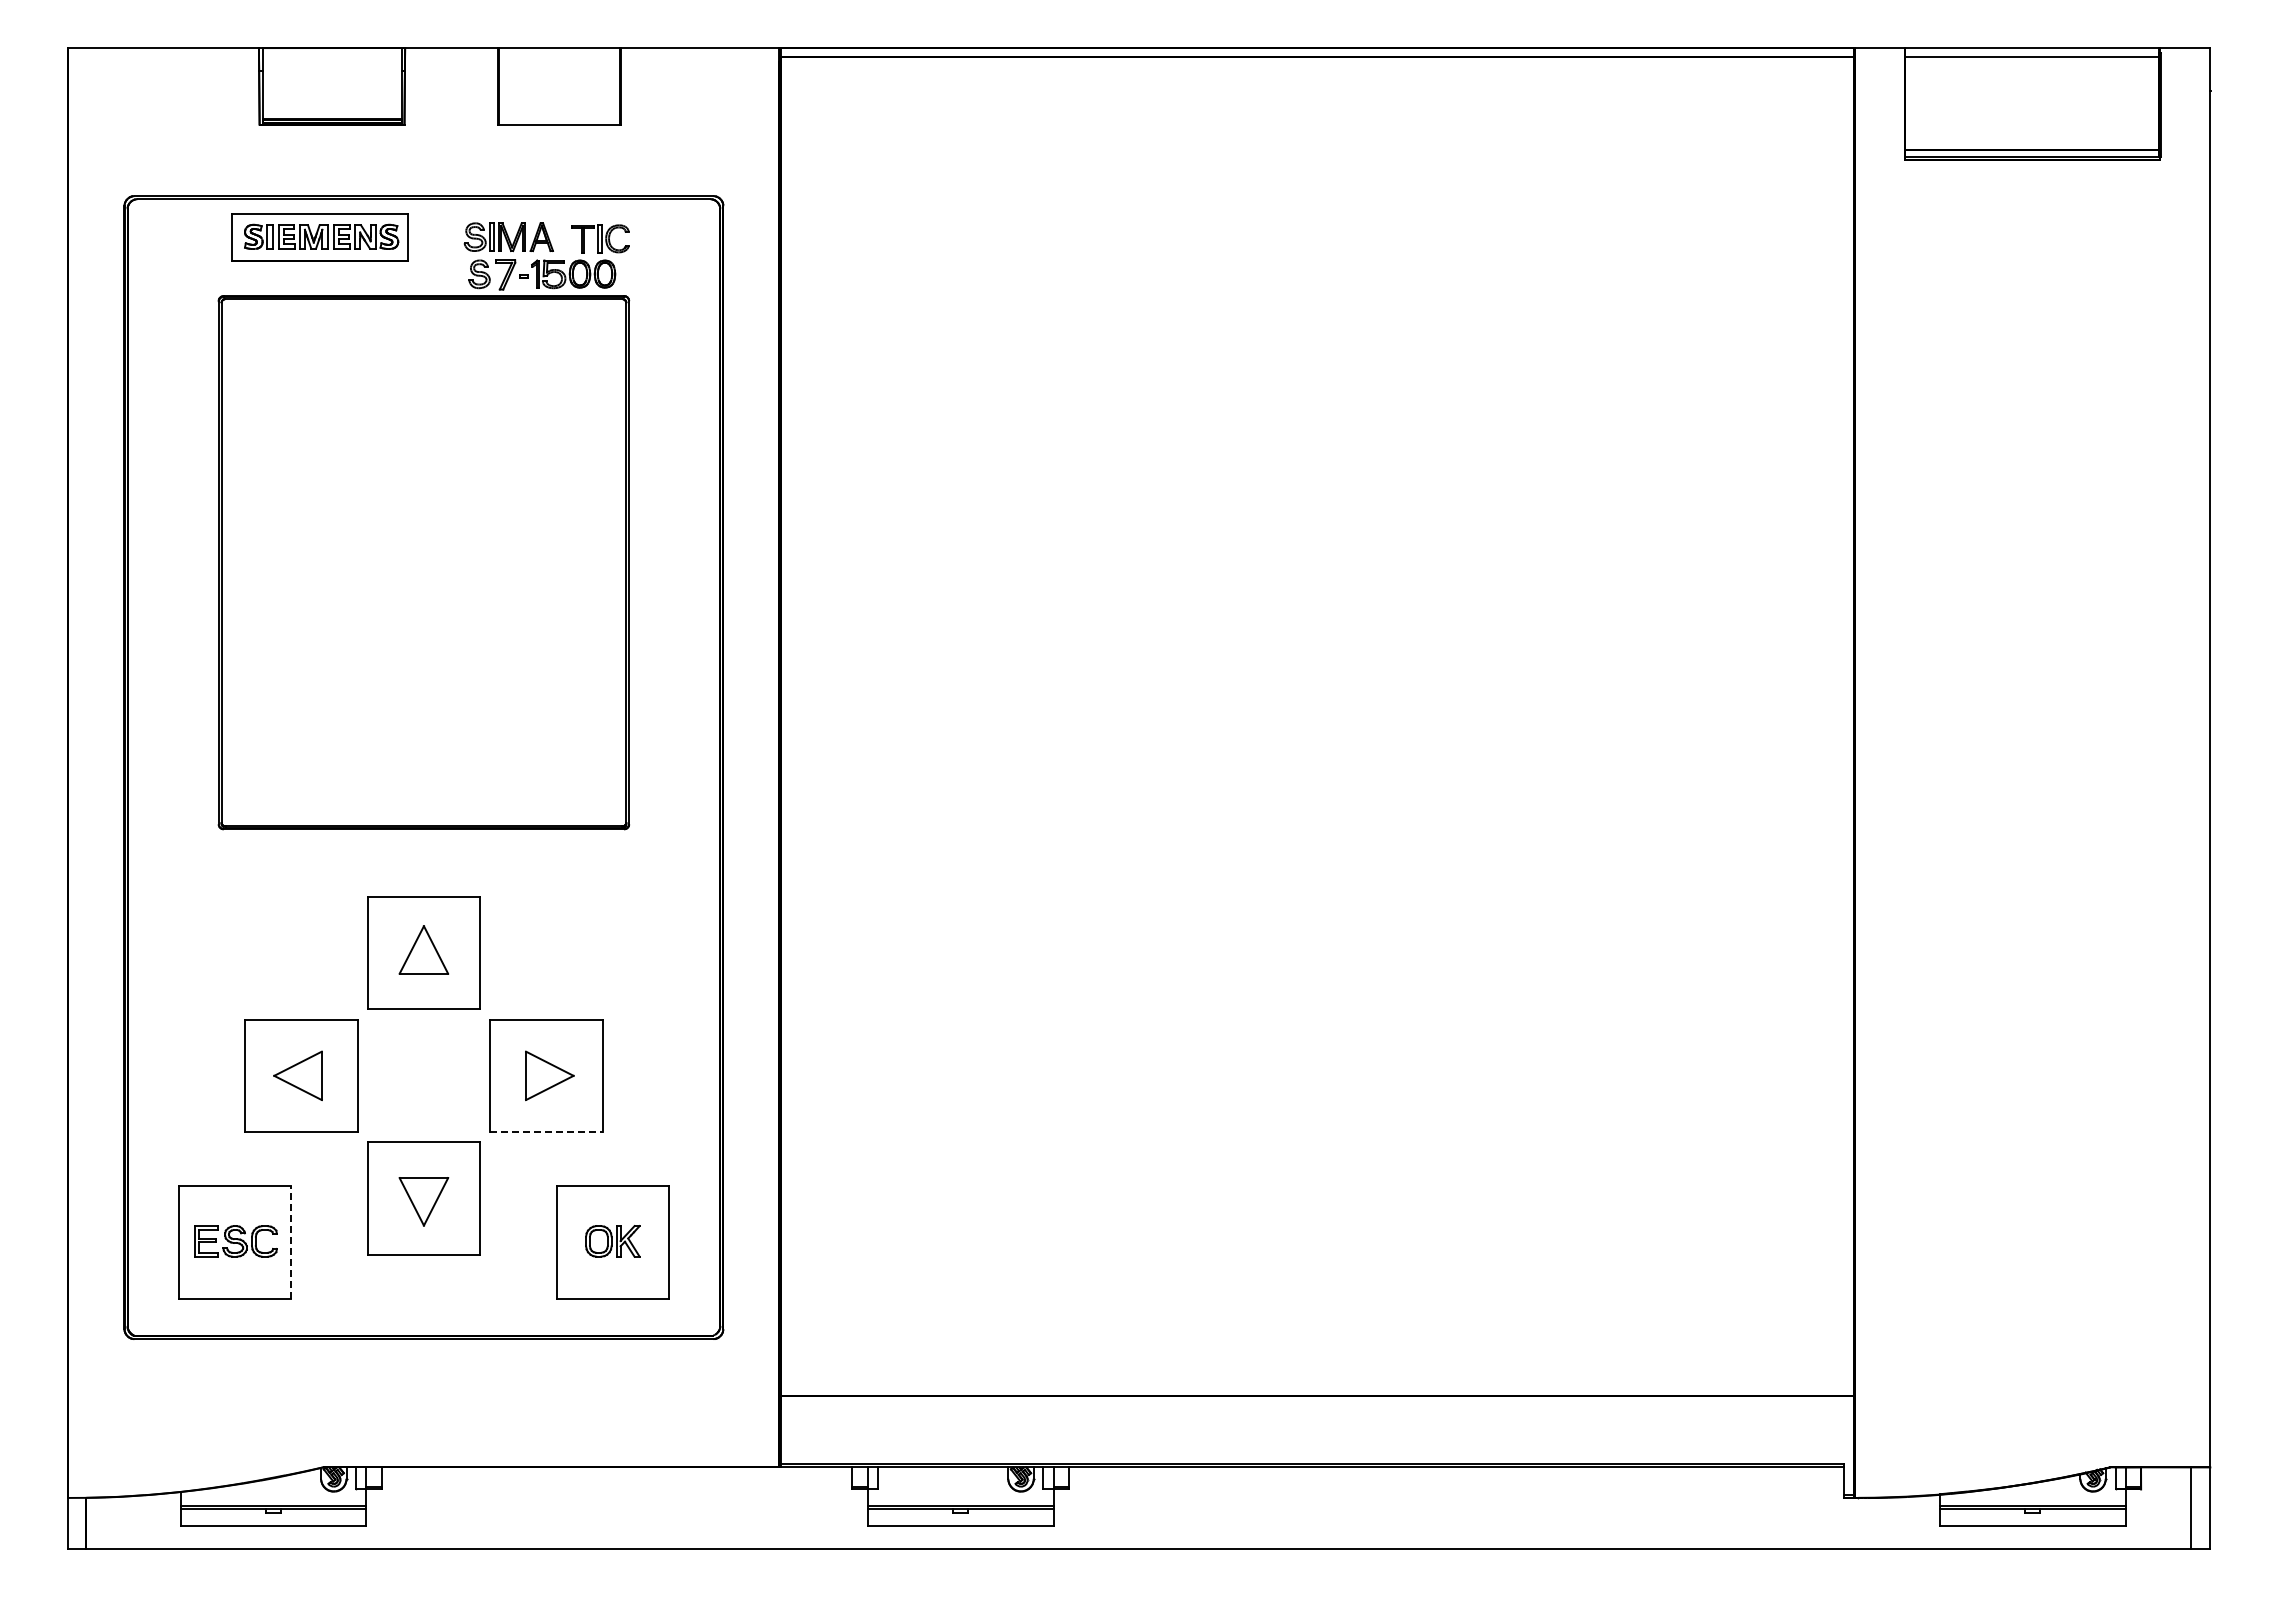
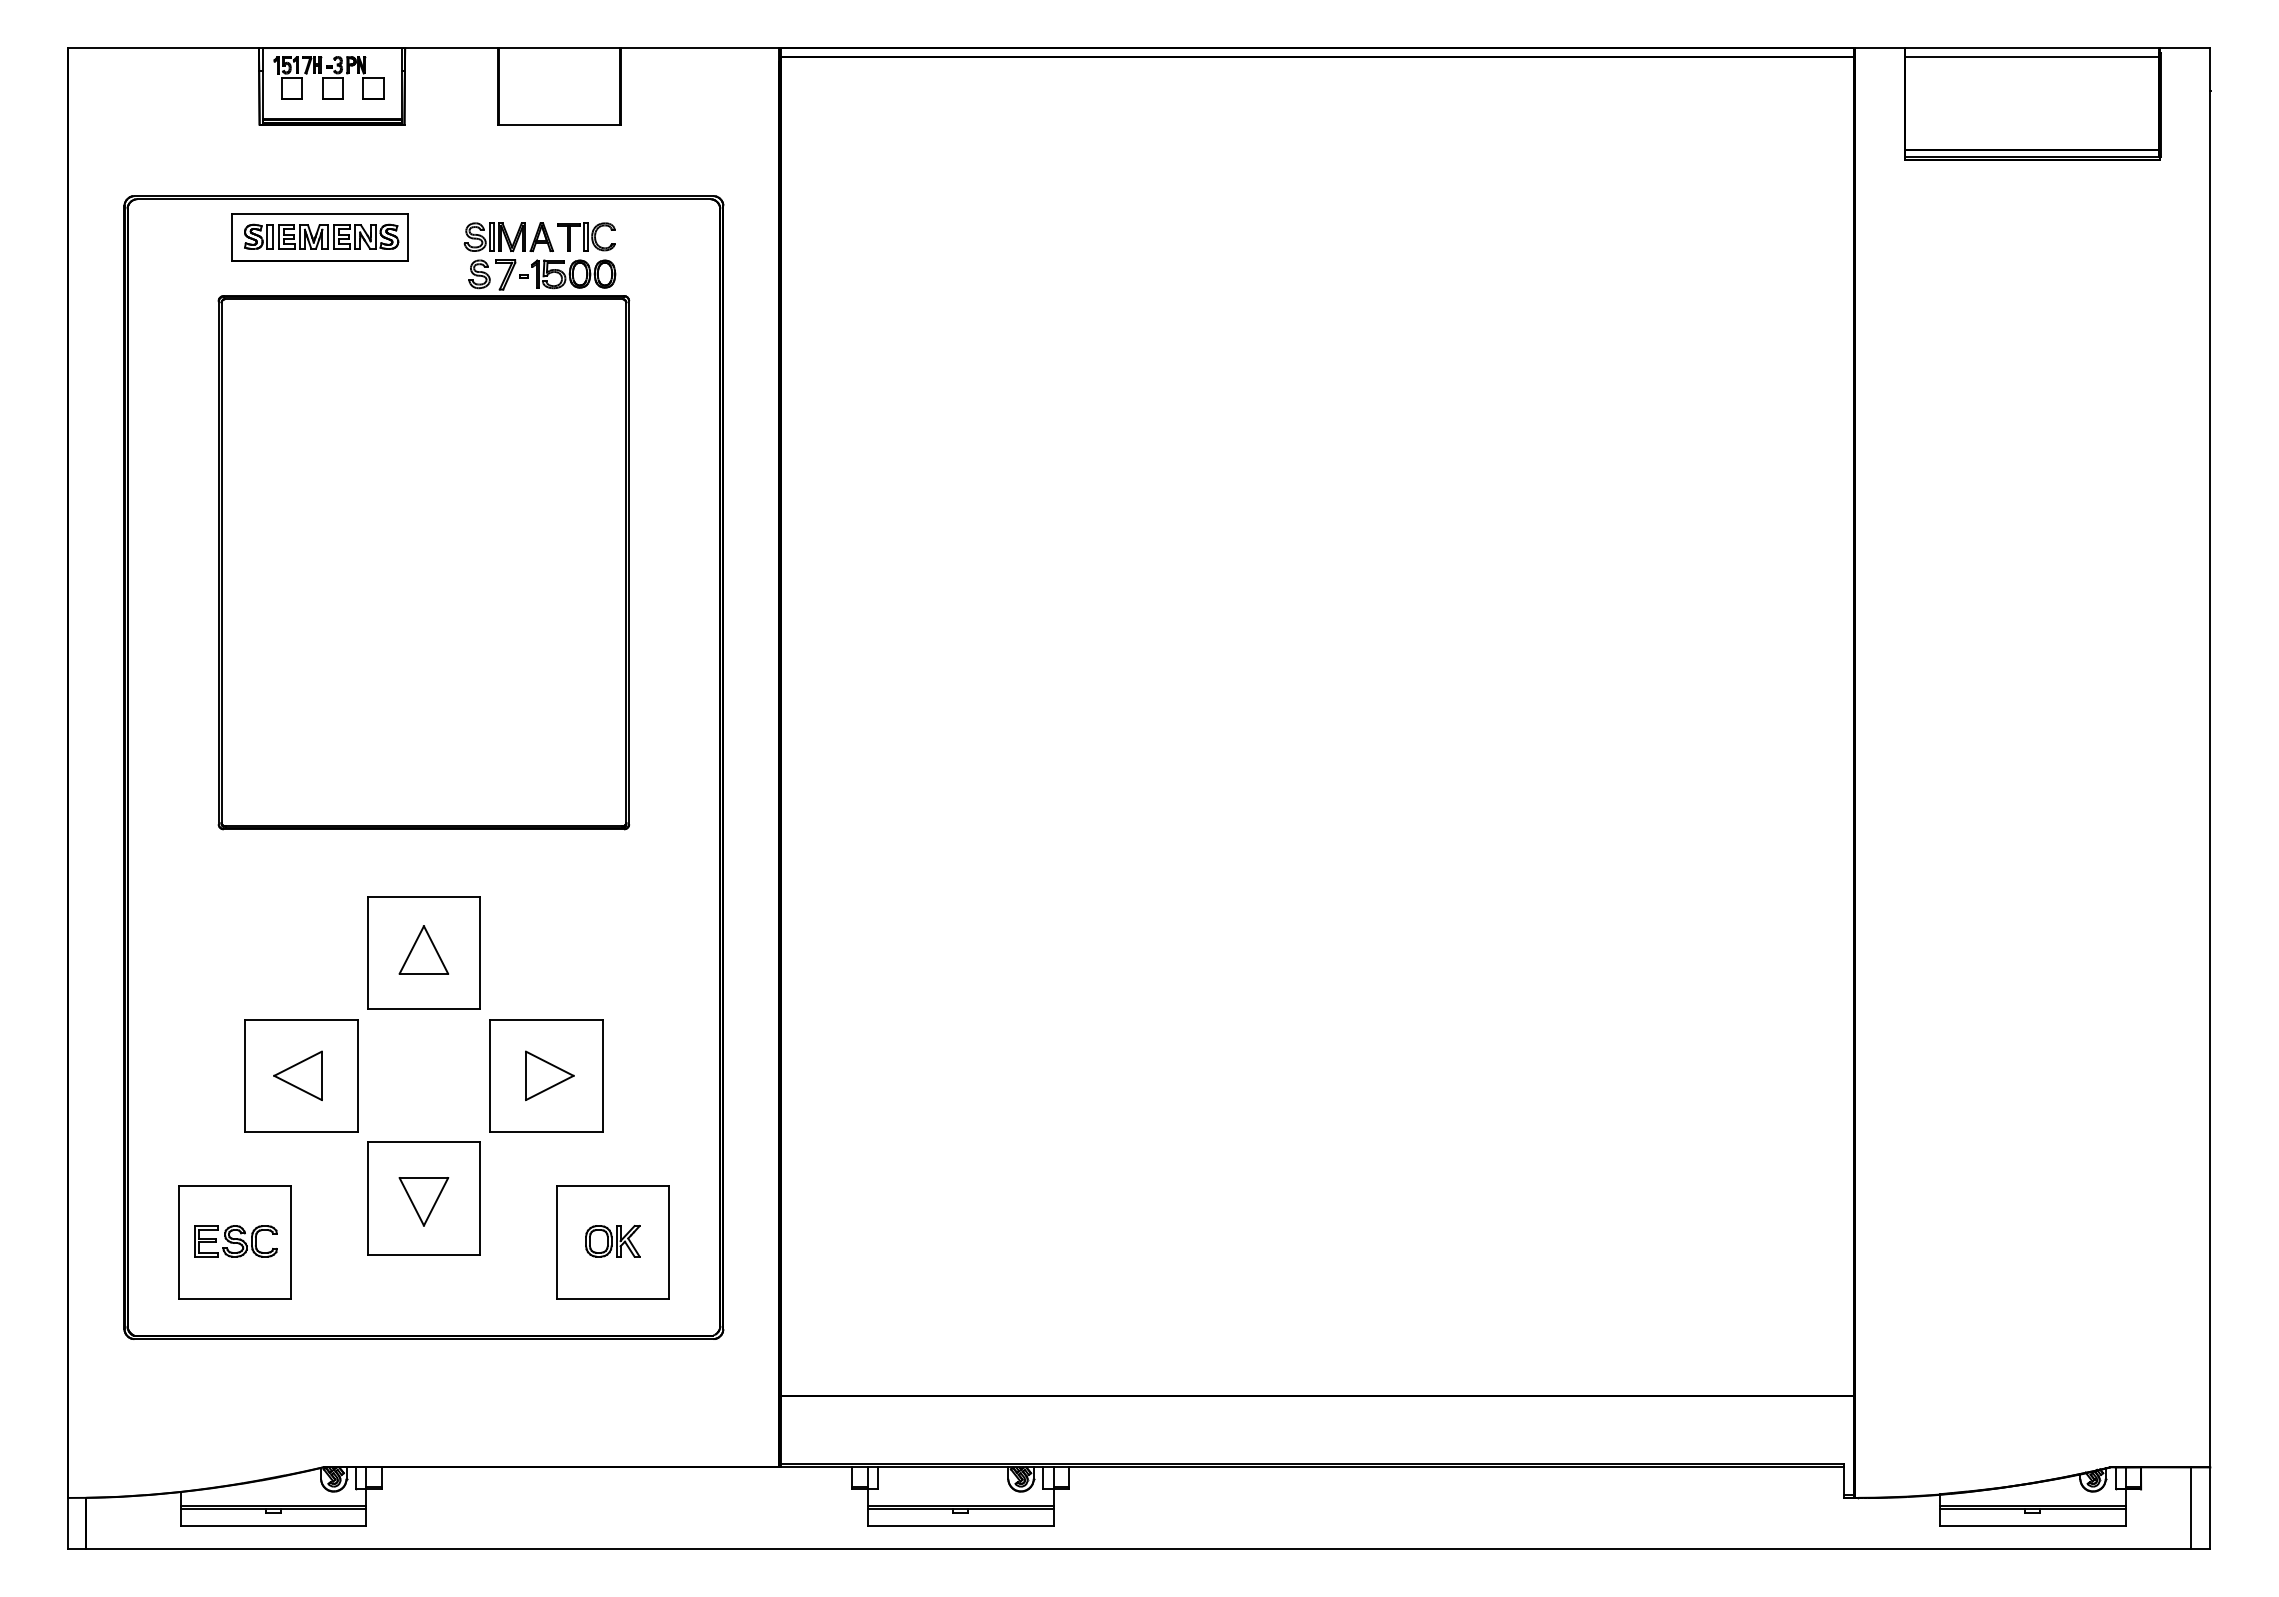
part at (328, 77): none -> present
part at (600, 238) position: (600, 238) -> (586, 236)
line at (546, 1132): dashed -> solid
line at (291, 1242): dashed -> solid
